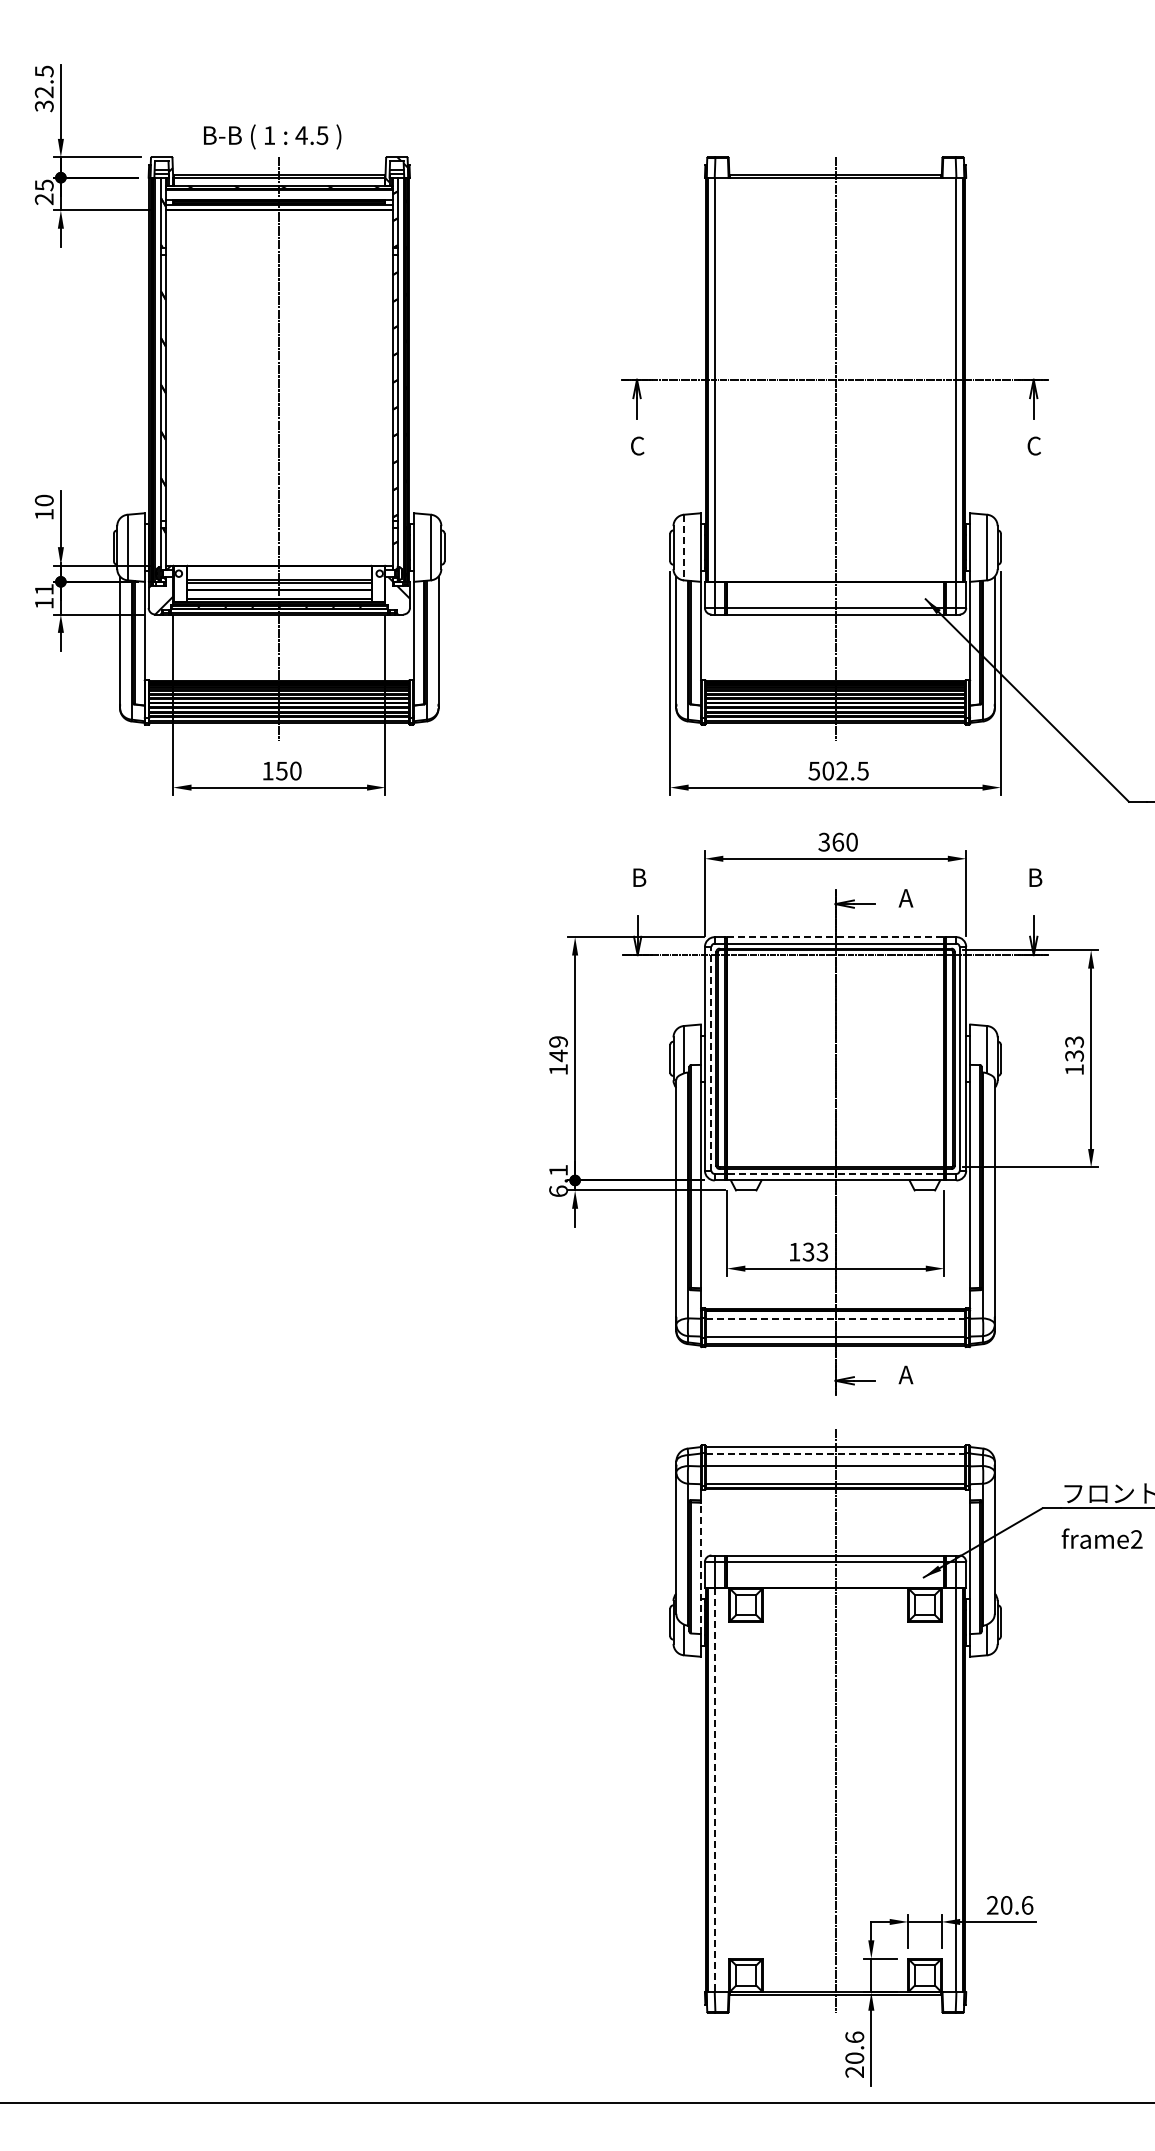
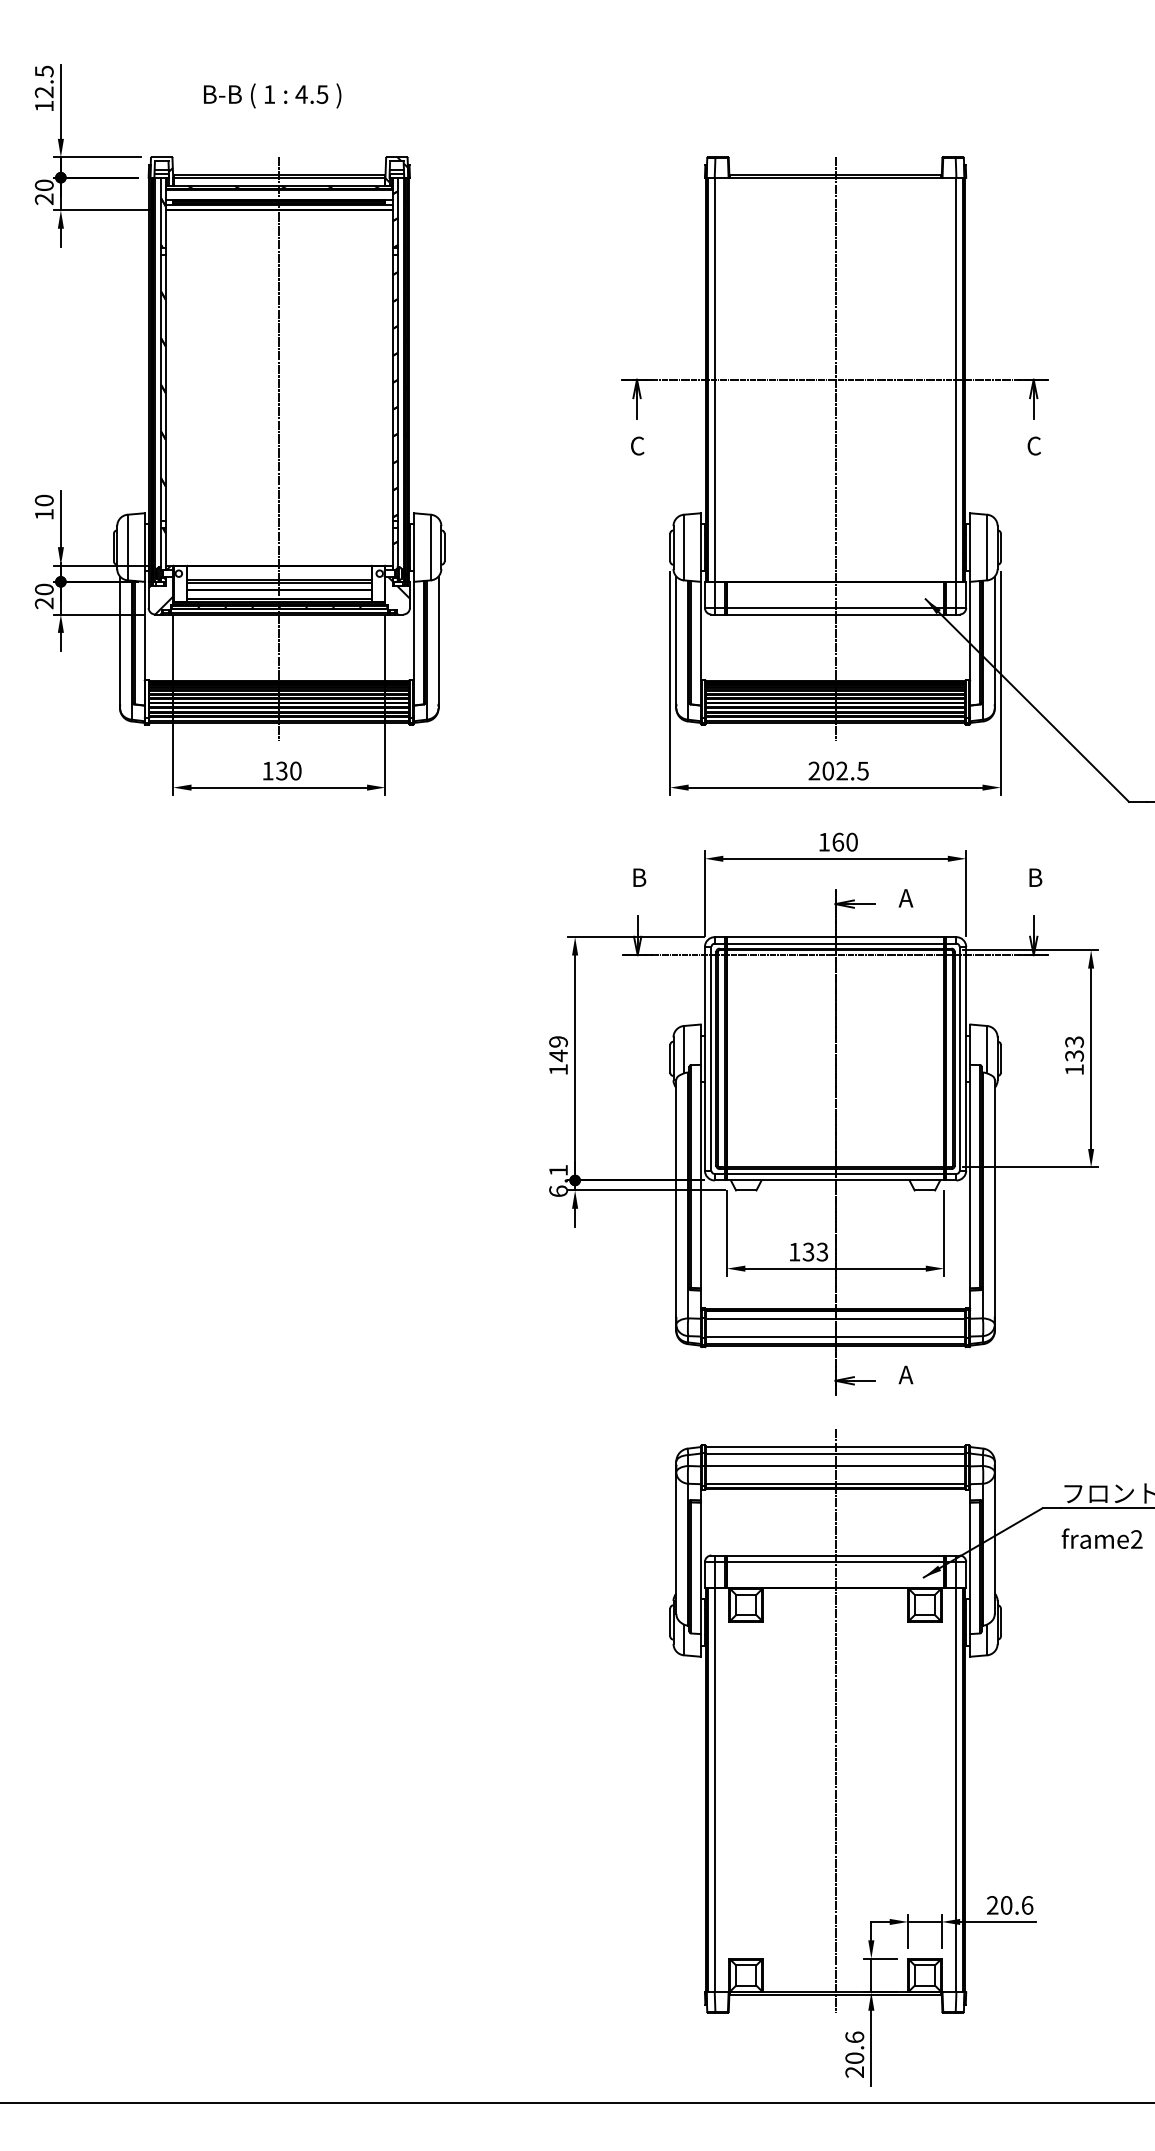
text at (43, 106): 32.5 -> 12.5
text at (272, 136) position: (272, 136) -> (272, 95)
text at (43, 185): 25 -> 20
line at (683, 547): dashed -> solid
text at (43, 596): 11 -> 20
text at (281, 770): 150 -> 130
text at (814, 770): 502.5 -> 202.5
text at (823, 841): 360 -> 160
line at (835, 937): dashed -> solid
line at (711, 1058): dashed -> solid
line at (835, 1173): dashed -> solid
line at (835, 1318): dashed -> solid
line at (835, 1453): dashed -> solid
line at (700, 1568): dashed -> solid
line at (715, 1790): dashed -> solid
